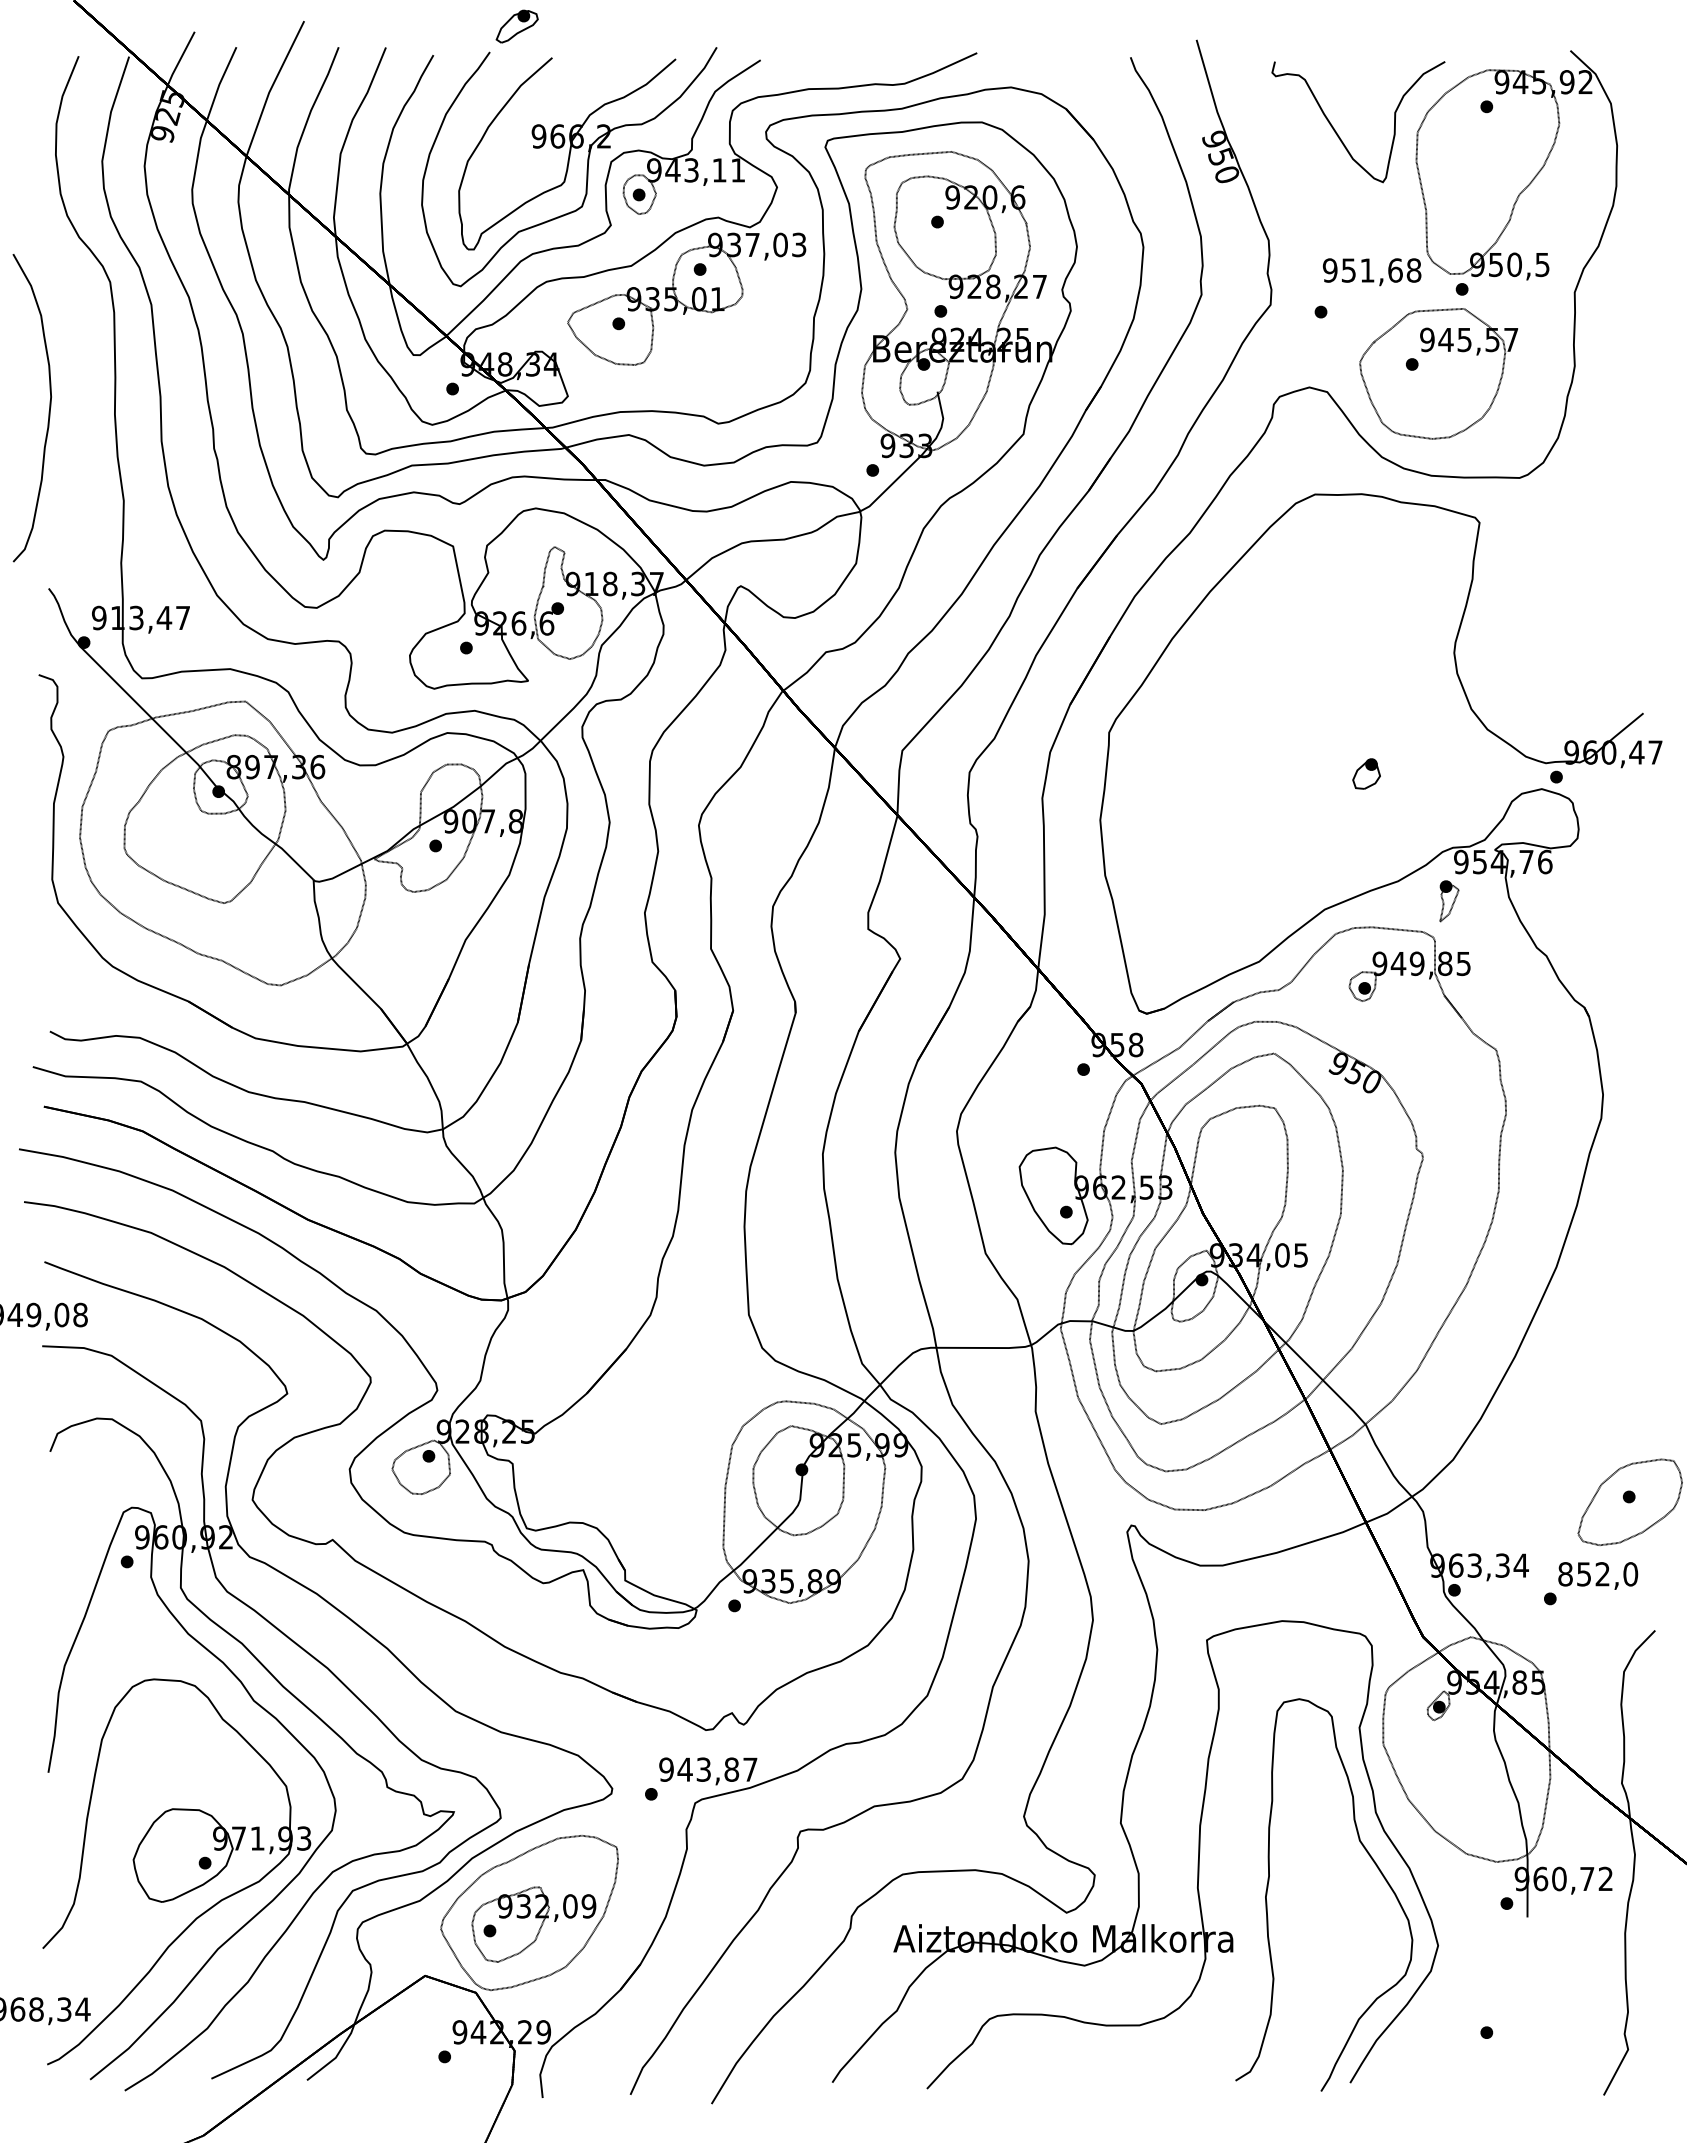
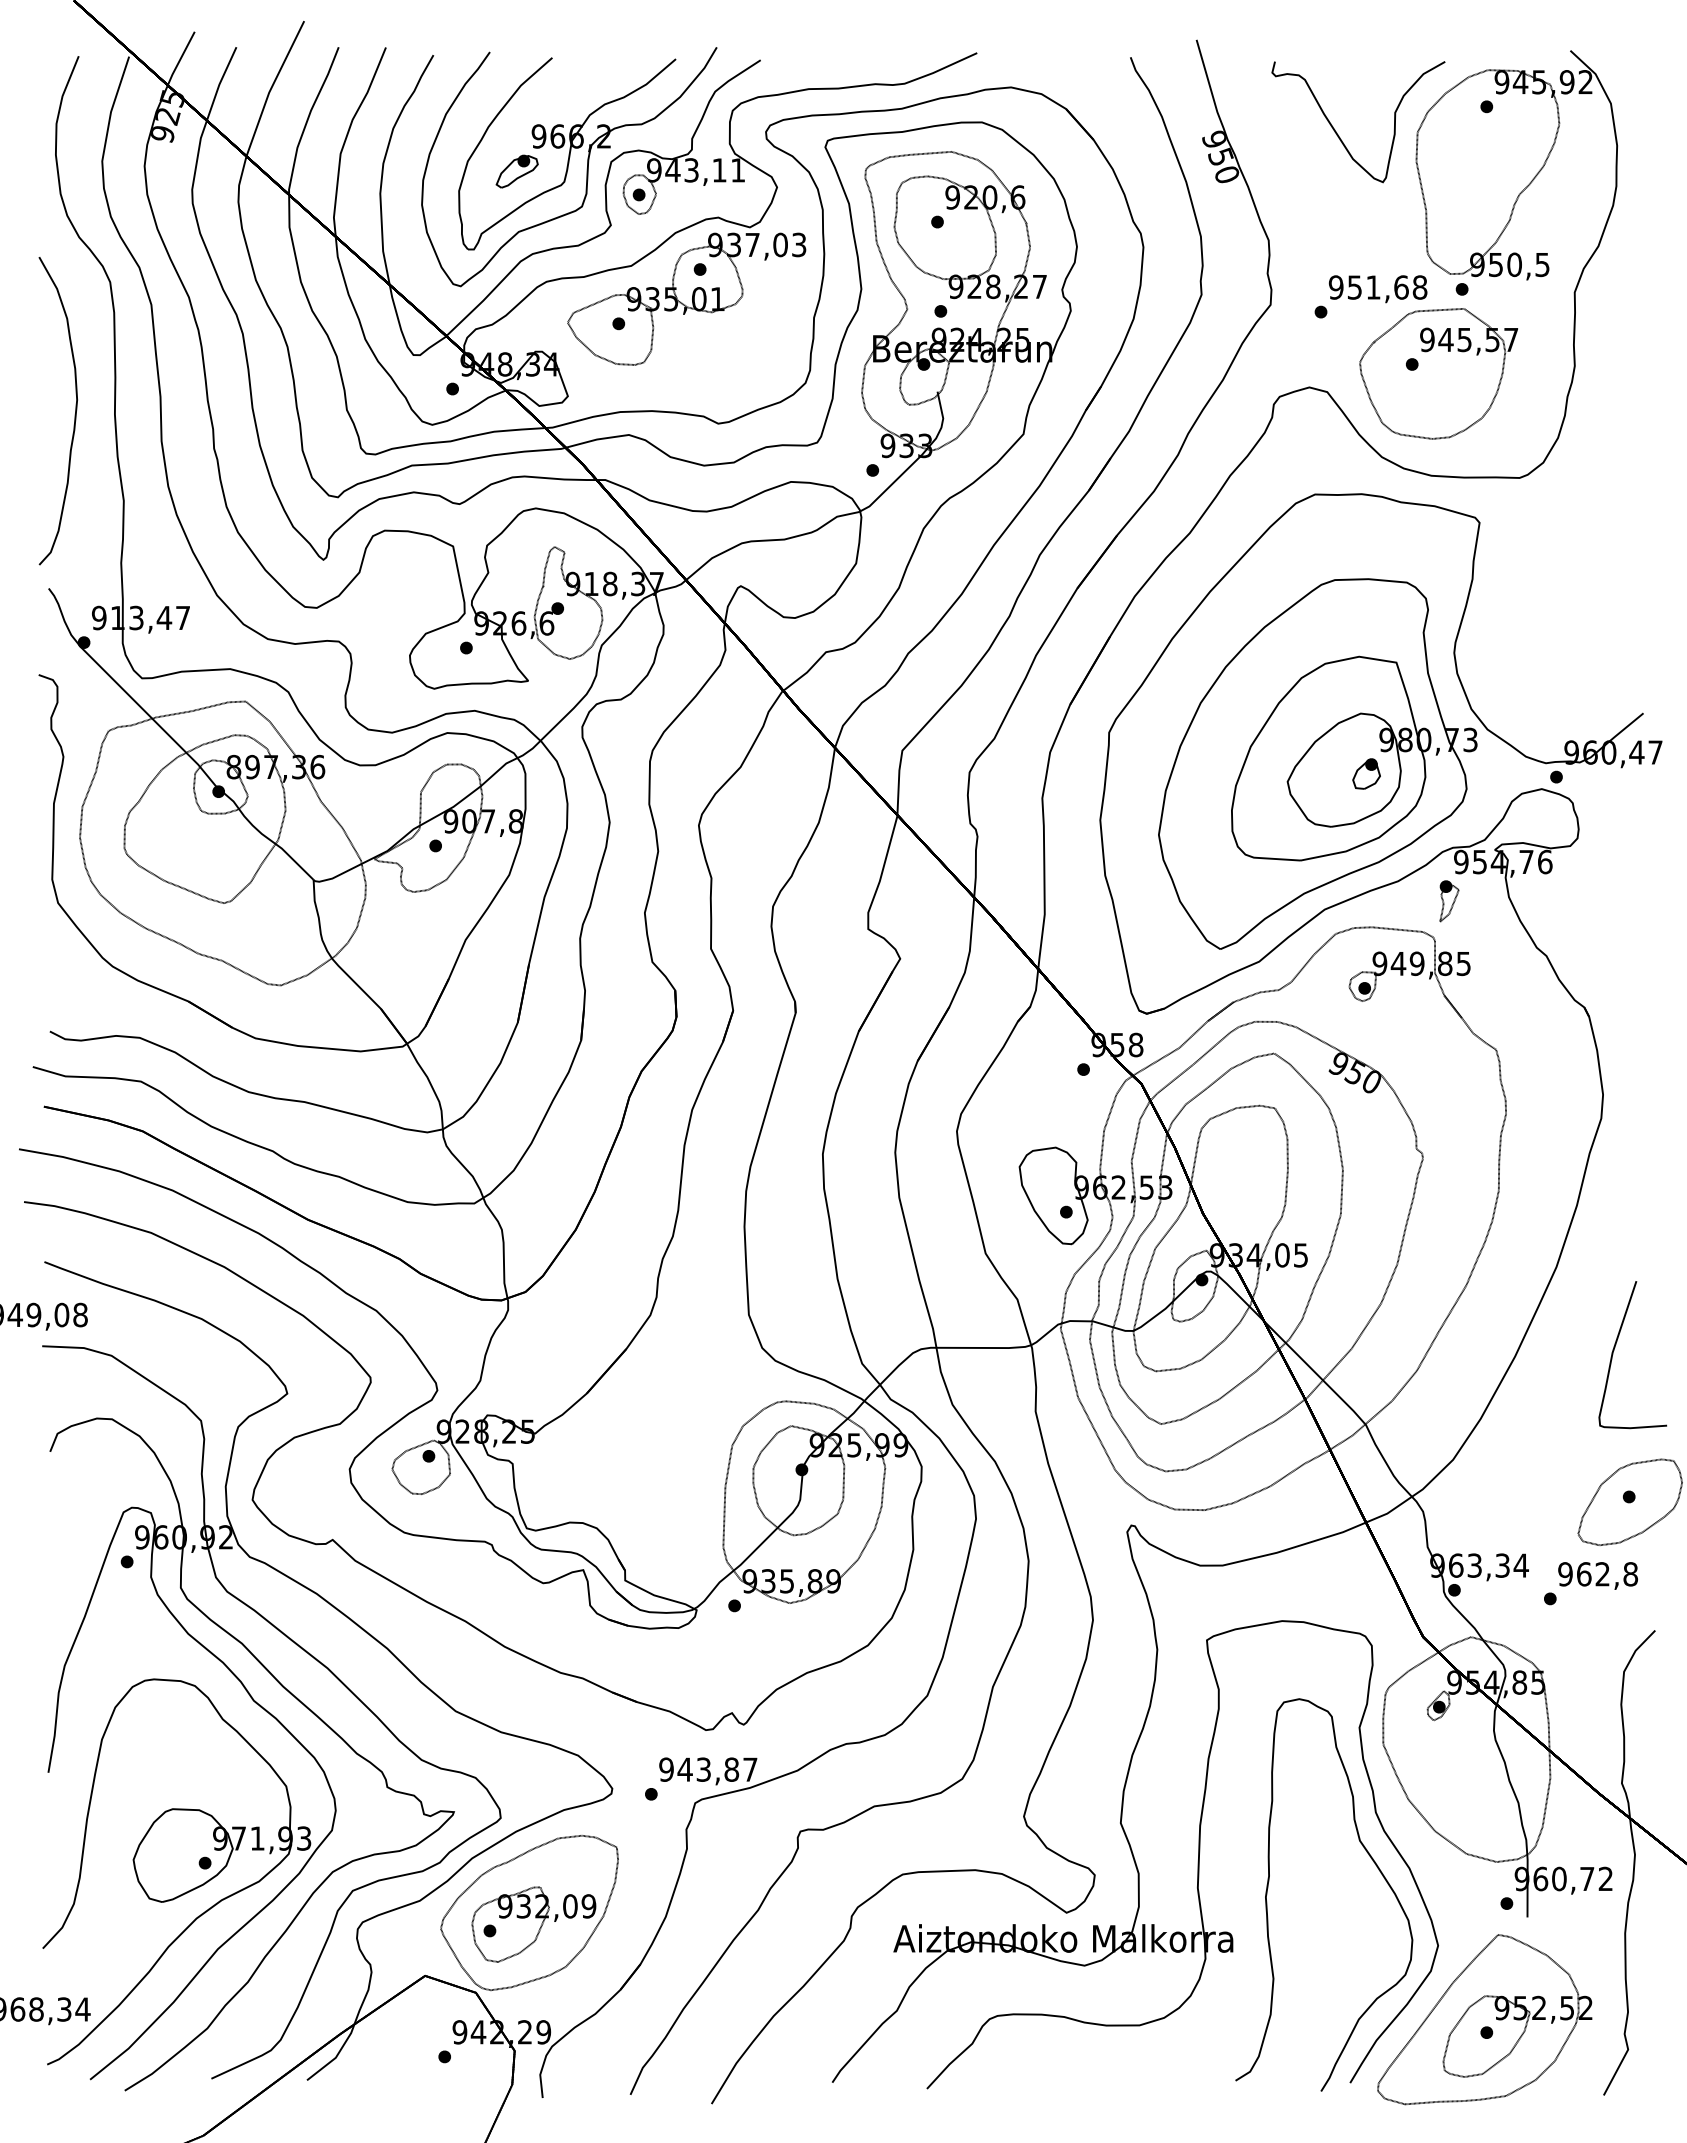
part at (516, 26) position: (516, 26) -> (516, 171)
text at (1371, 272) position: (1371, 272) -> (1377, 289)
part at (48, 411) position: (48, 411) -> (74, 414)
part at (1317, 763): none -> present
curve at (1614, 1350): none -> present
text at (1598, 1574): 852,0 -> 962,8
part at (1484, 2019): none -> present
